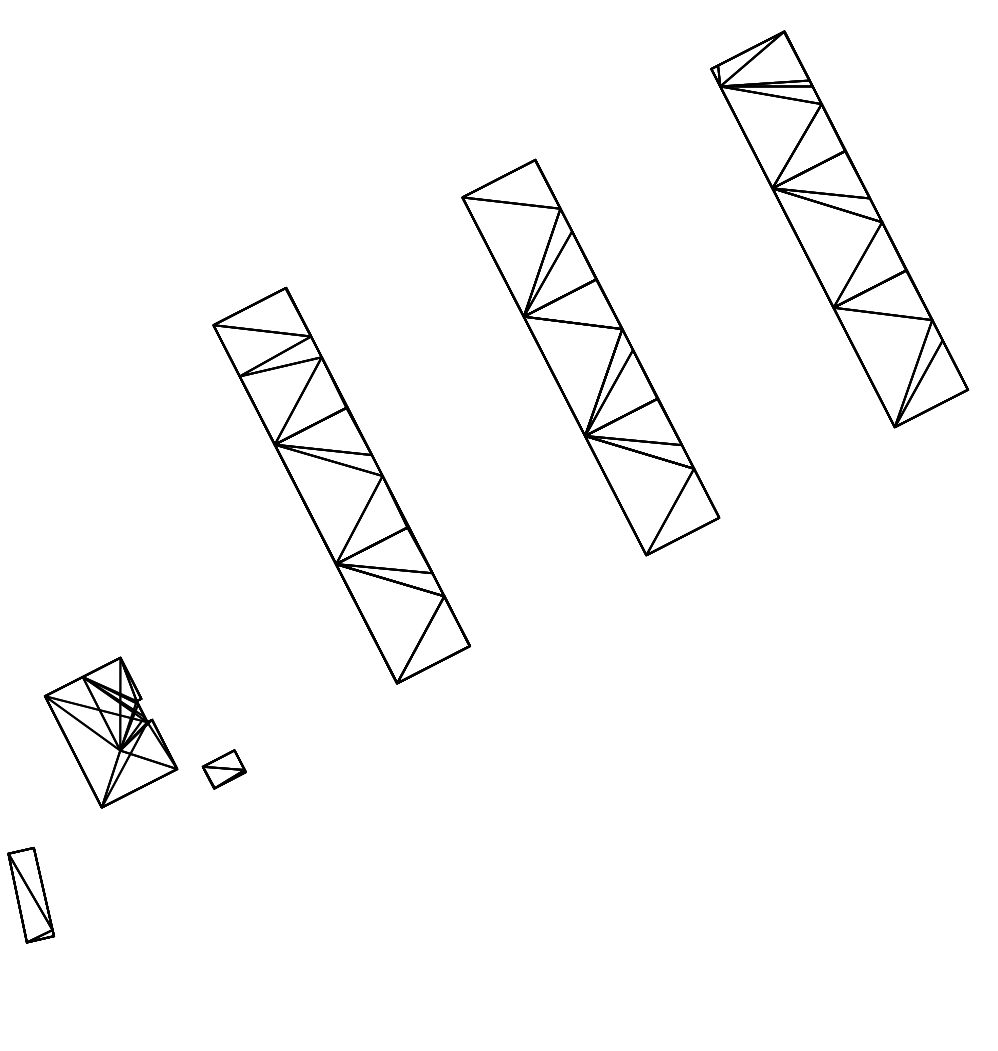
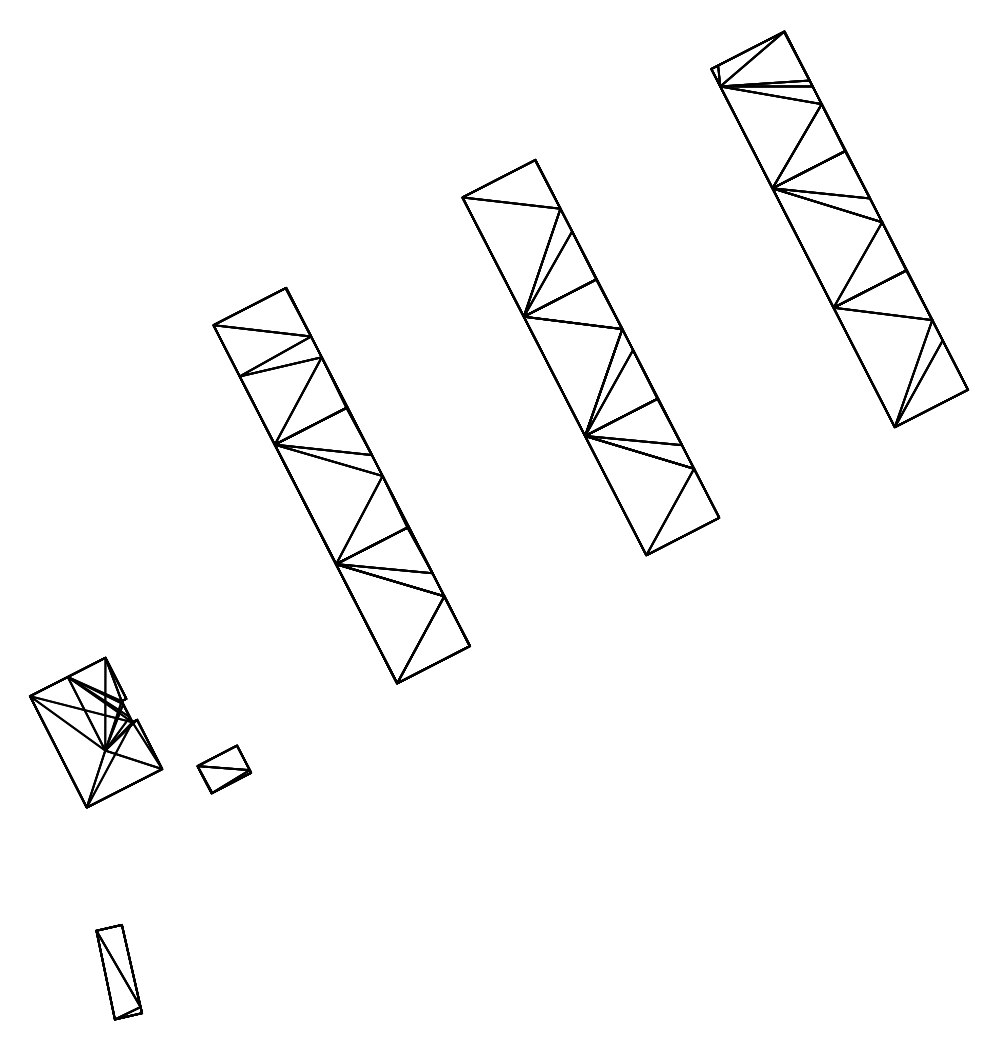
part at (110, 732) position: (110, 732) -> (95, 732)
part at (223, 769) size: 46x41 px -> 57x51 px
part at (31, 895) position: (31, 895) -> (119, 972)
